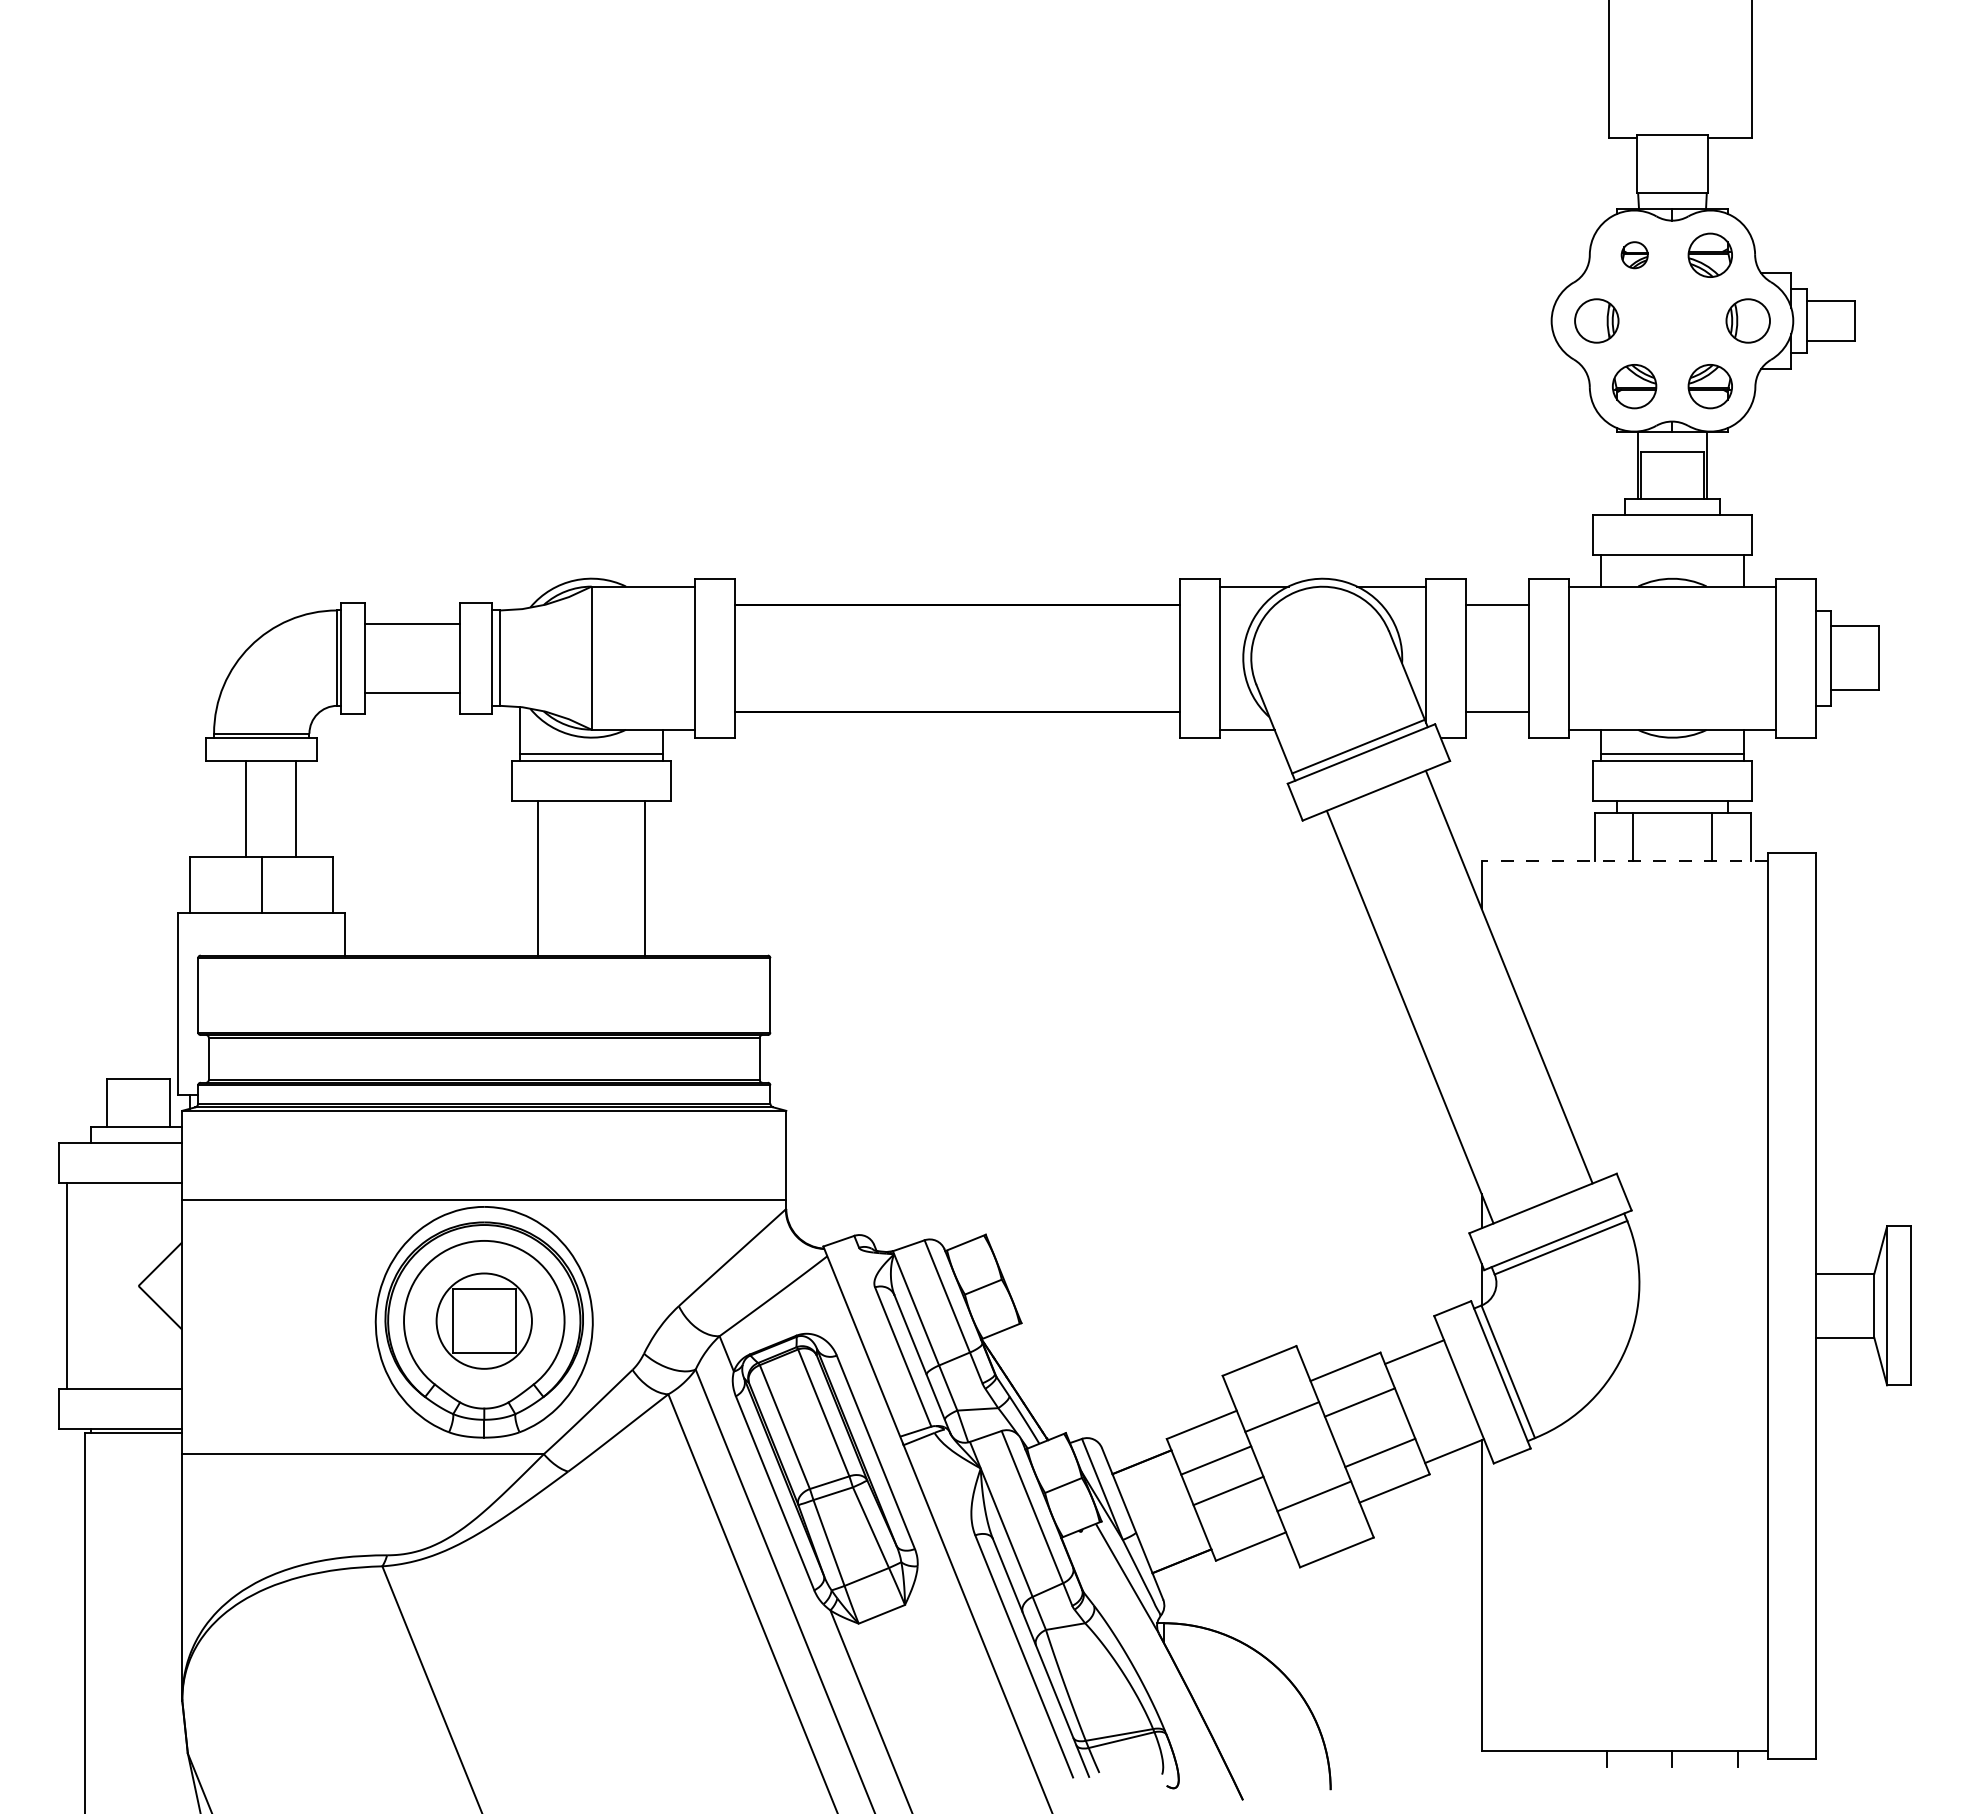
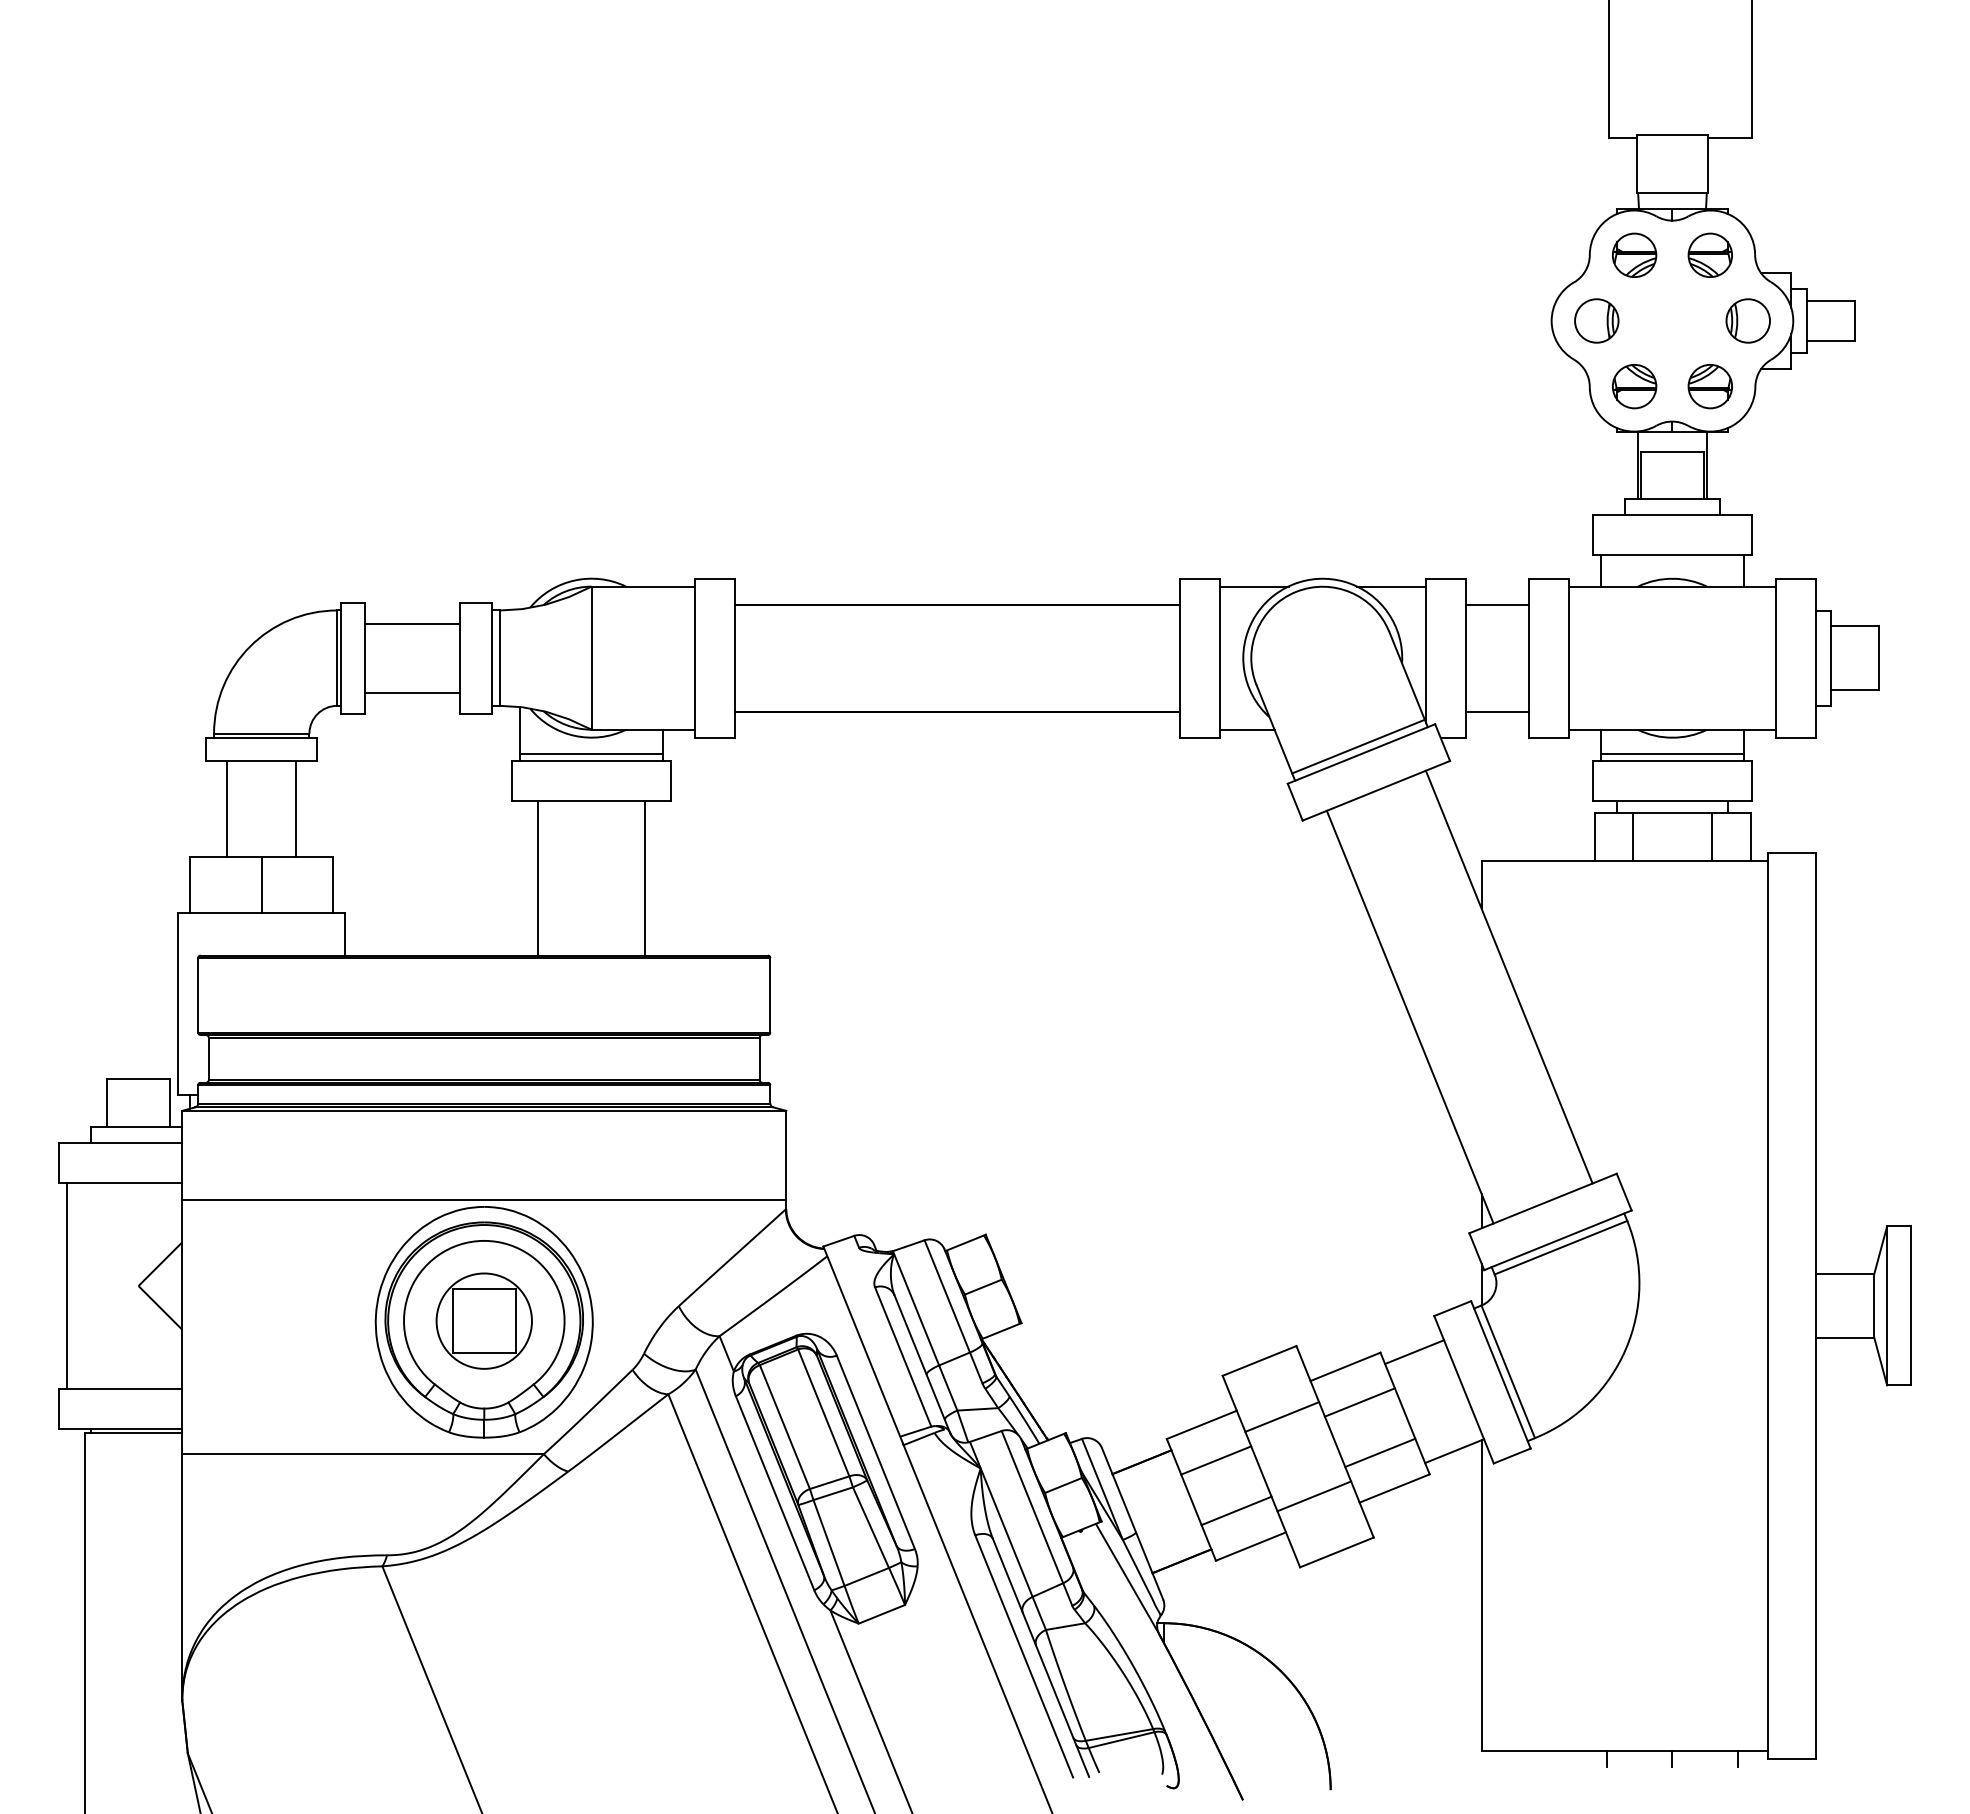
part at (1634, 255) size: 29x29 px -> 46x46 px
line at (246, 808) position: (246, 808) -> (227, 808)
line at (1624, 860): dashed -> solid
line at (1228, 1490) position: (1228, 1490) -> (1236, 1510)
